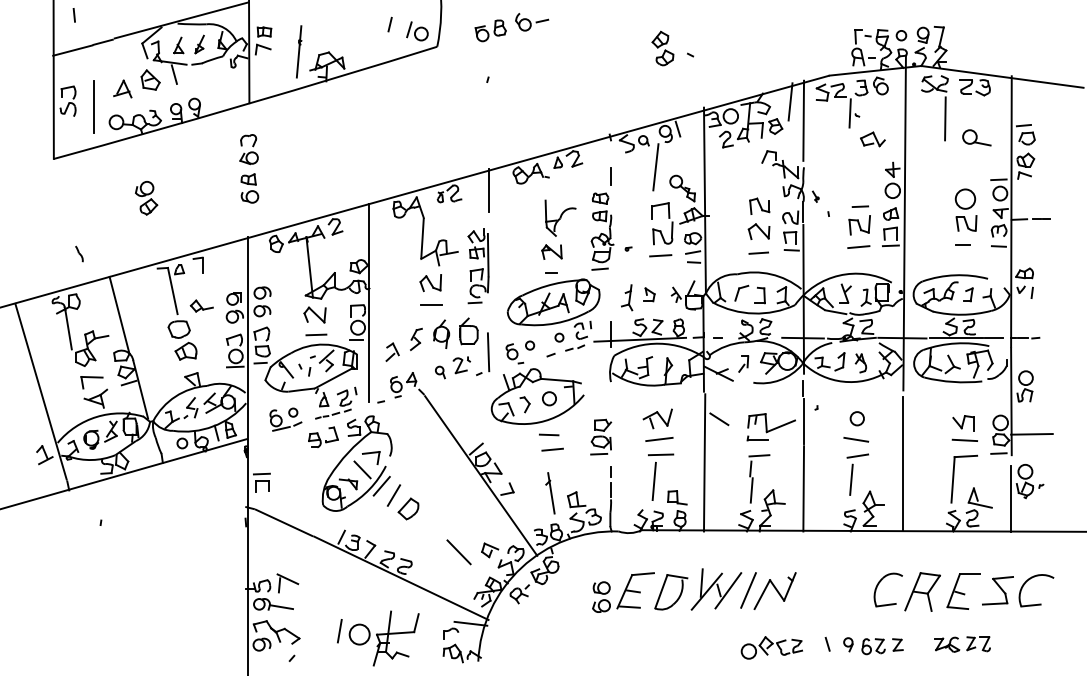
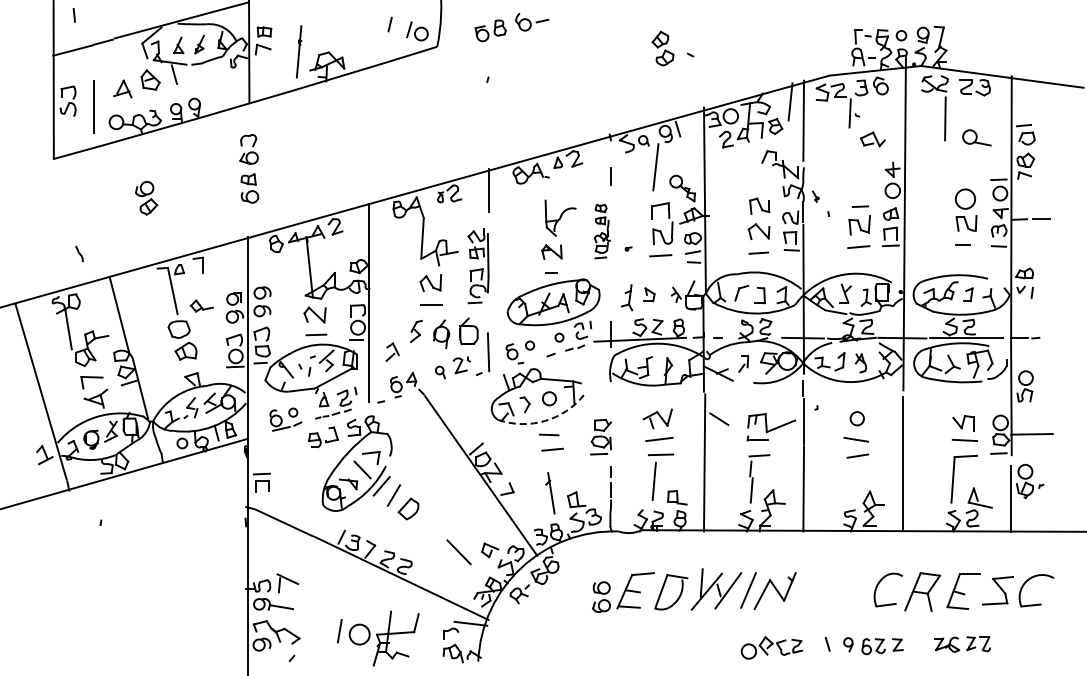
part at (602, 231) size: 25x79 px -> 17x56 px
part at (416, 338) position: (416, 338) -> (416, 330)
arc at (545, 420): solid -> dashed
line at (851, 479): present -> none
